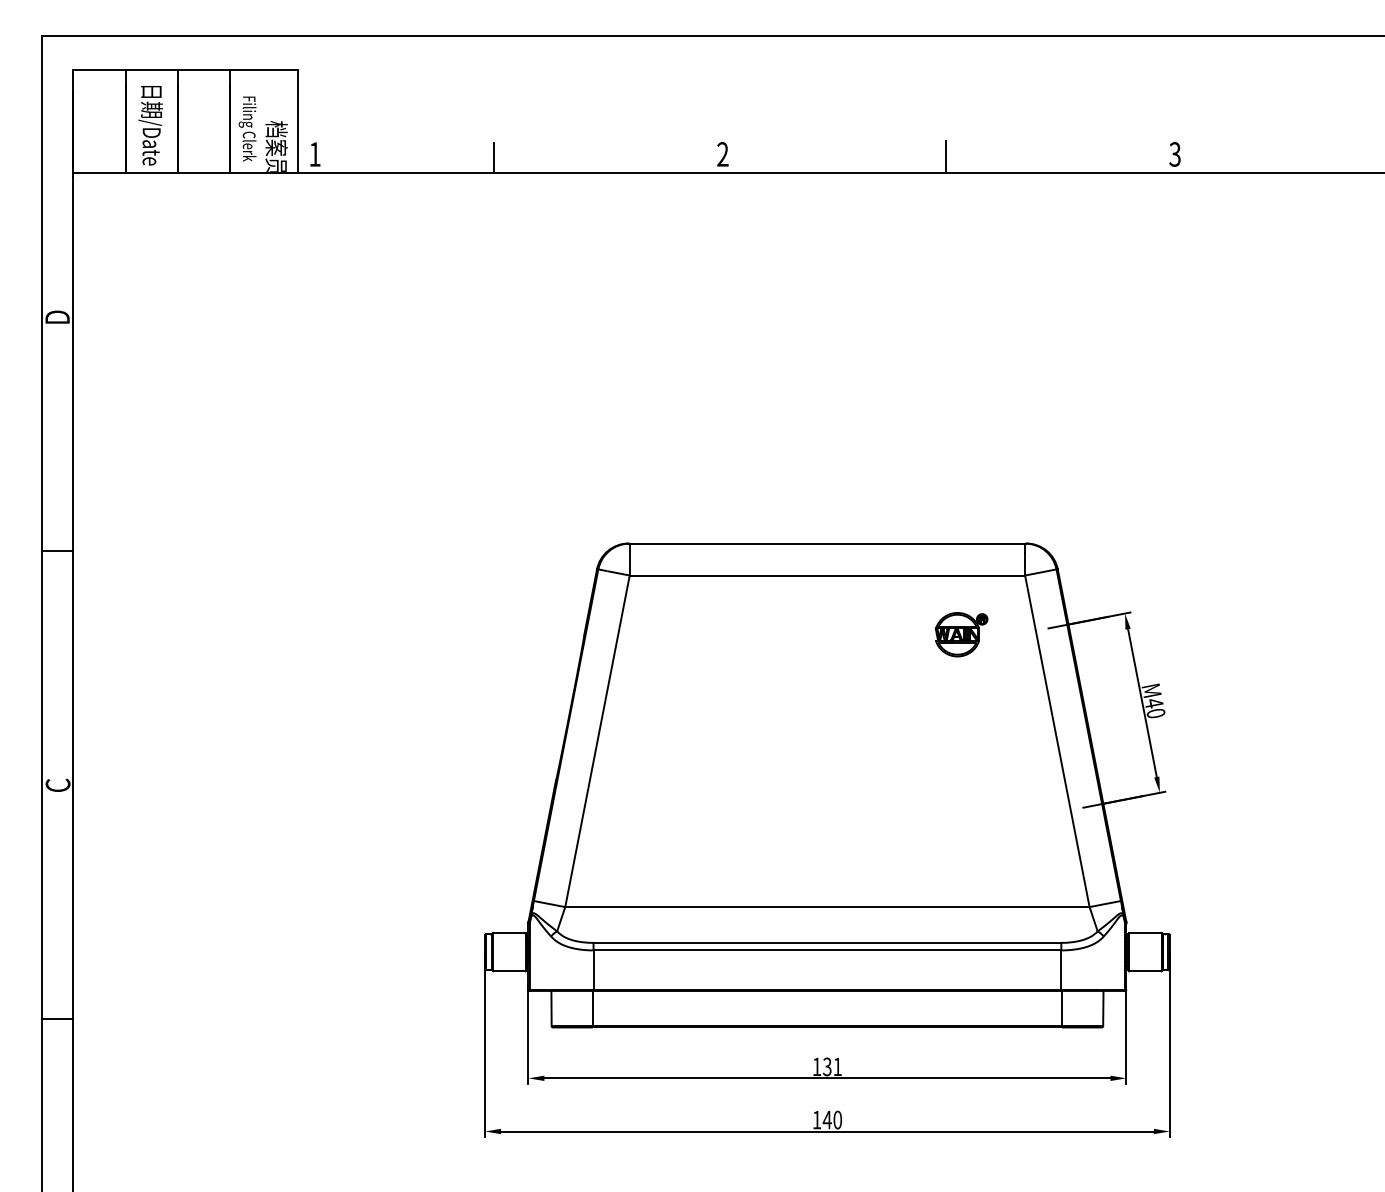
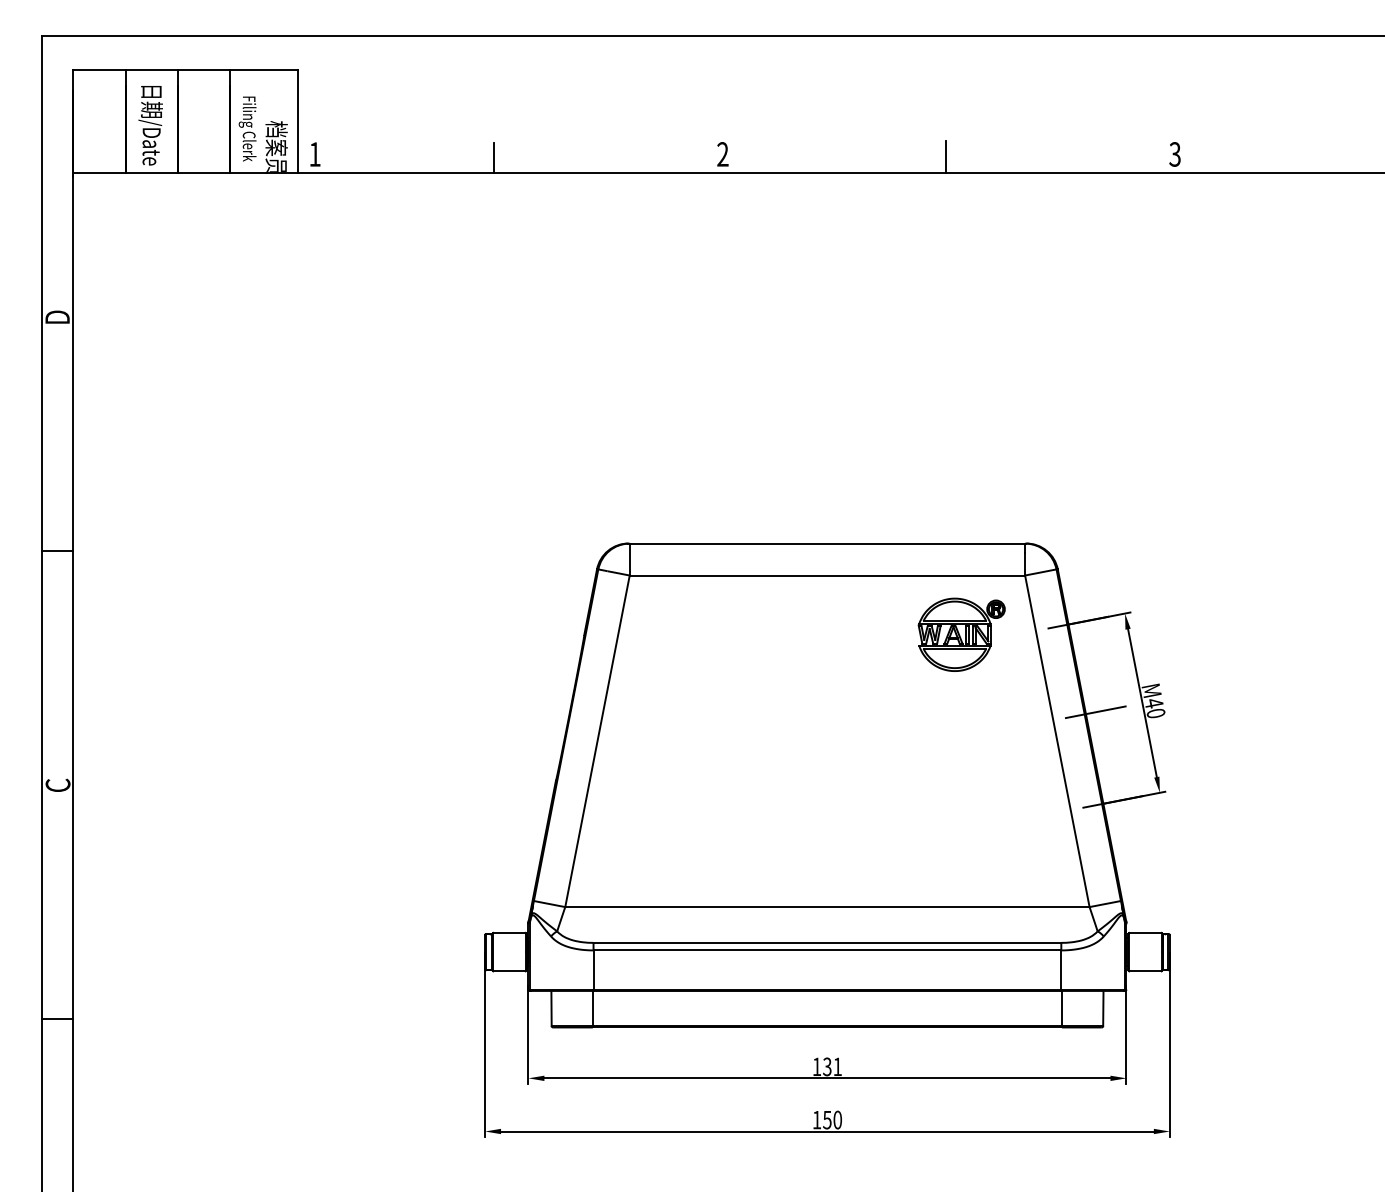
part at (961, 634) size: 55x46 px -> 89x75 px
line at (1095, 712): none -> present
text at (826, 1120): 140 -> 150
